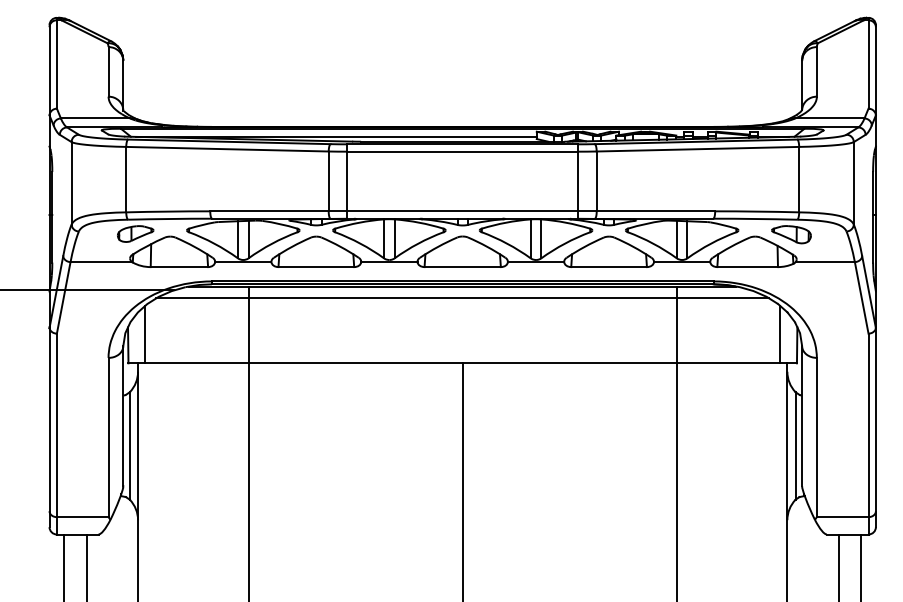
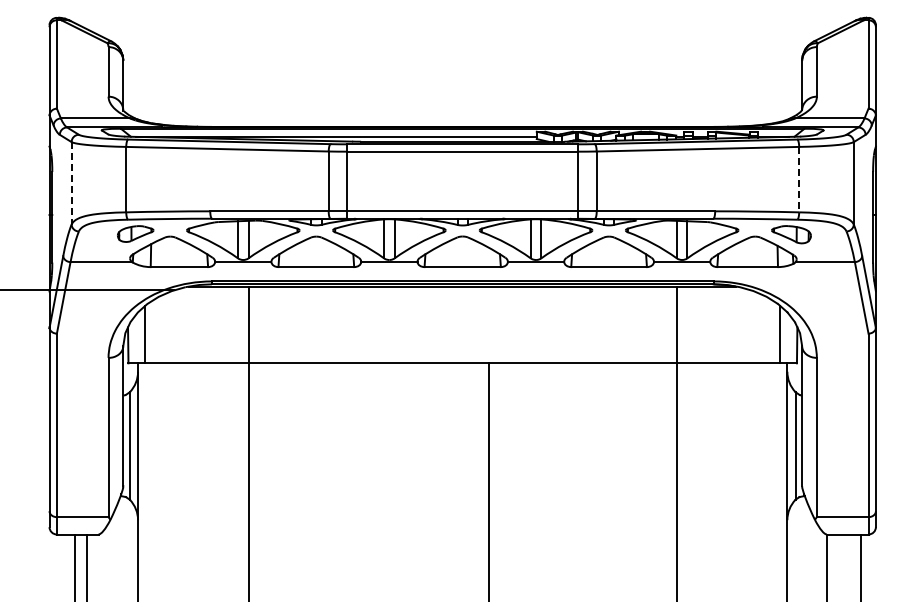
line at (799, 179): solid -> dashed
line at (71, 183): solid -> dashed
line at (462, 298): present -> none
line at (462, 480) position: (462, 480) -> (488, 480)
line at (64, 566) position: (64, 566) -> (75, 566)
line at (838, 566) position: (838, 566) -> (826, 566)
